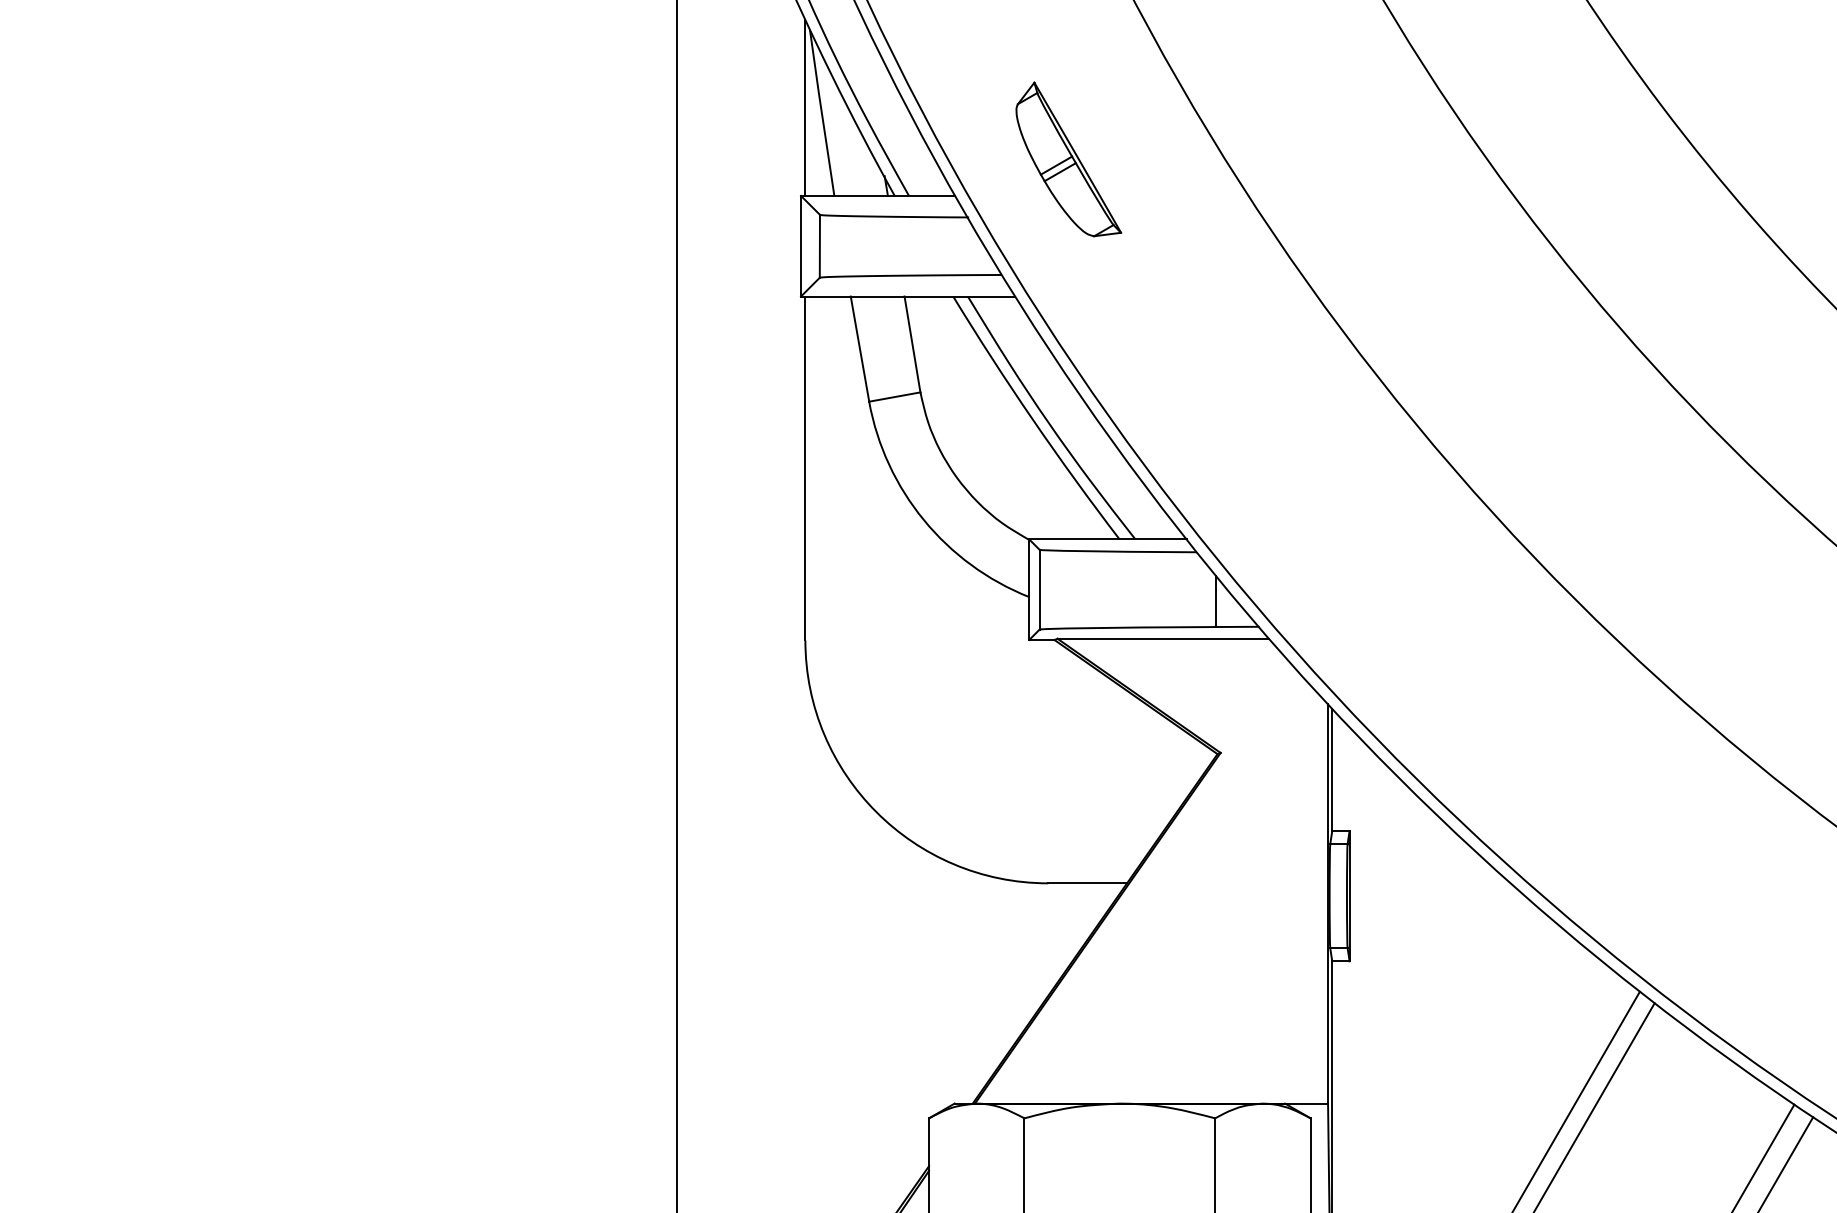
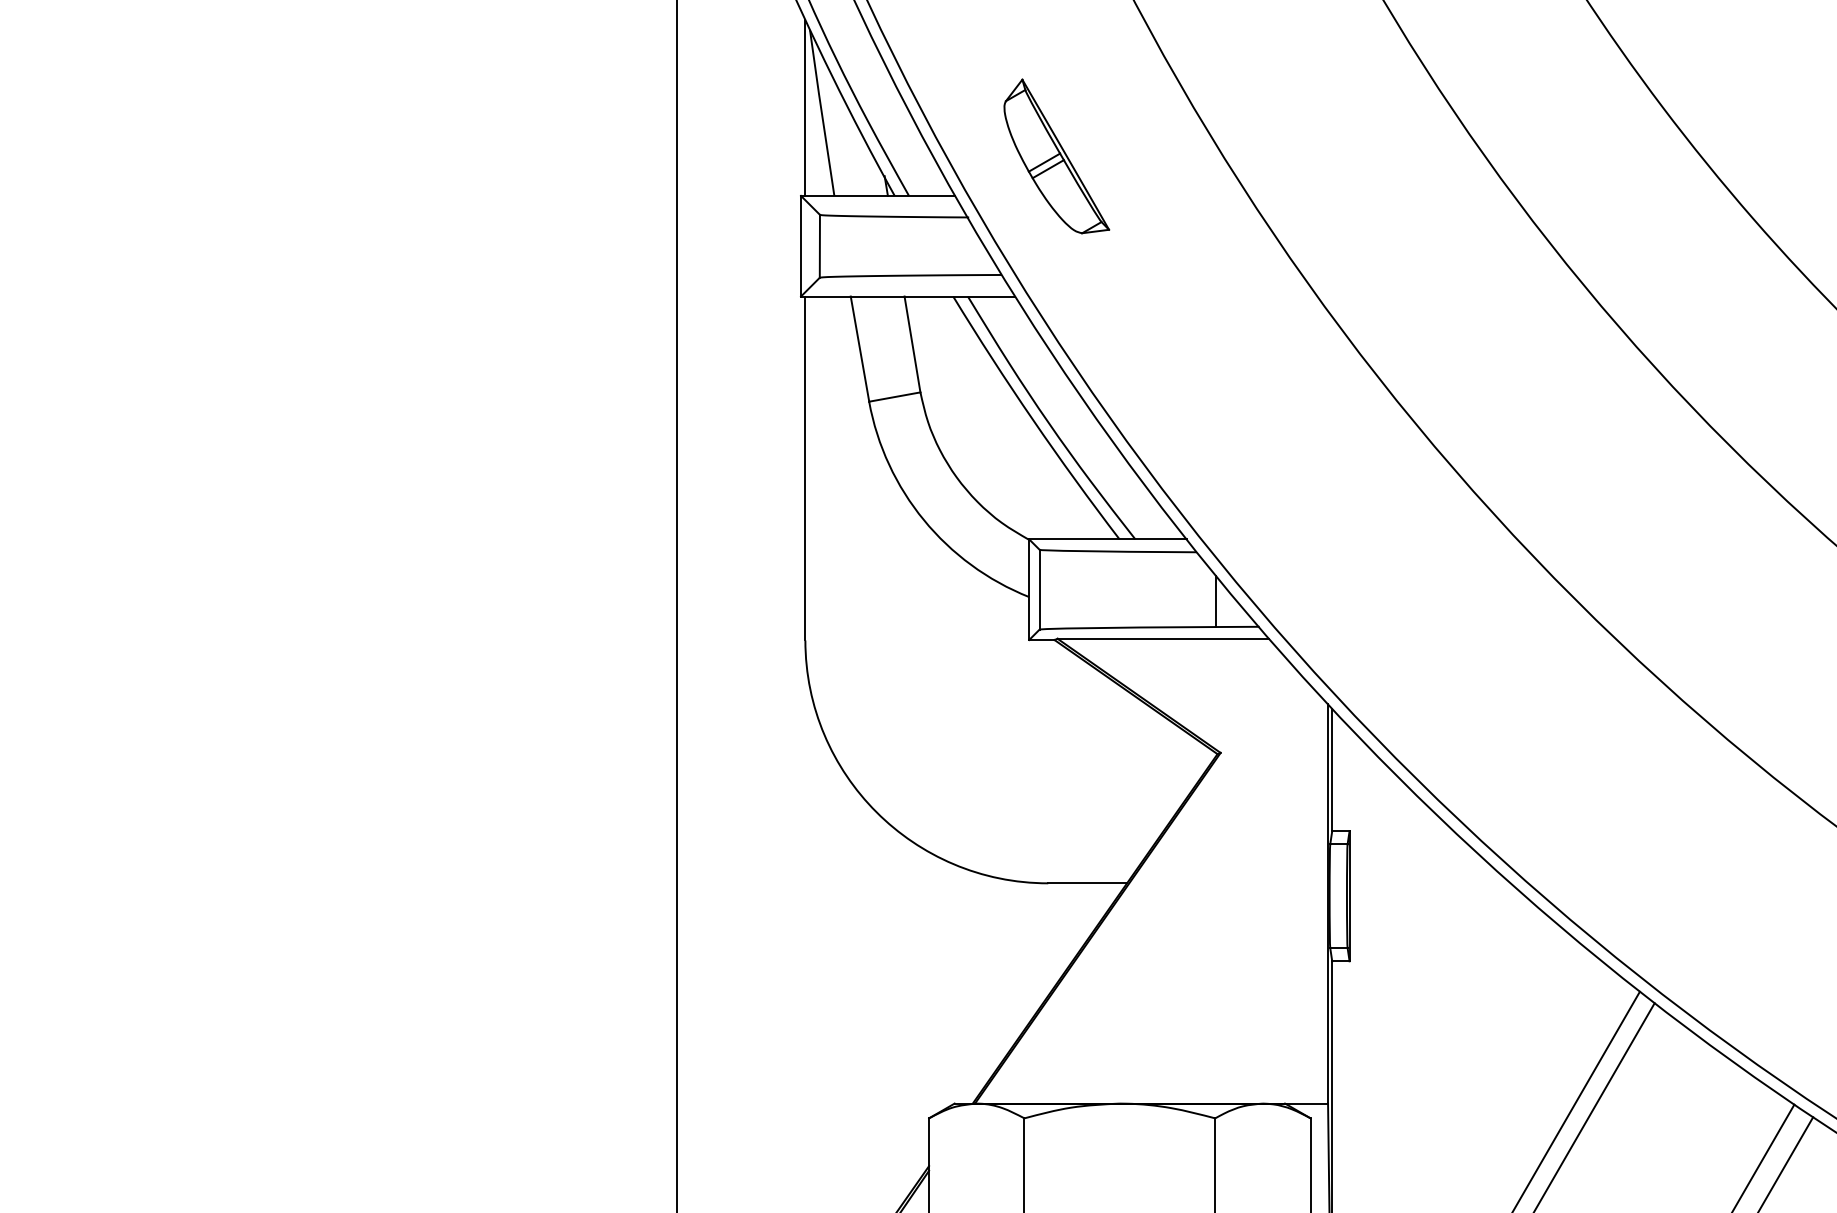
part at (1068, 159) position: (1068, 159) -> (1056, 156)
